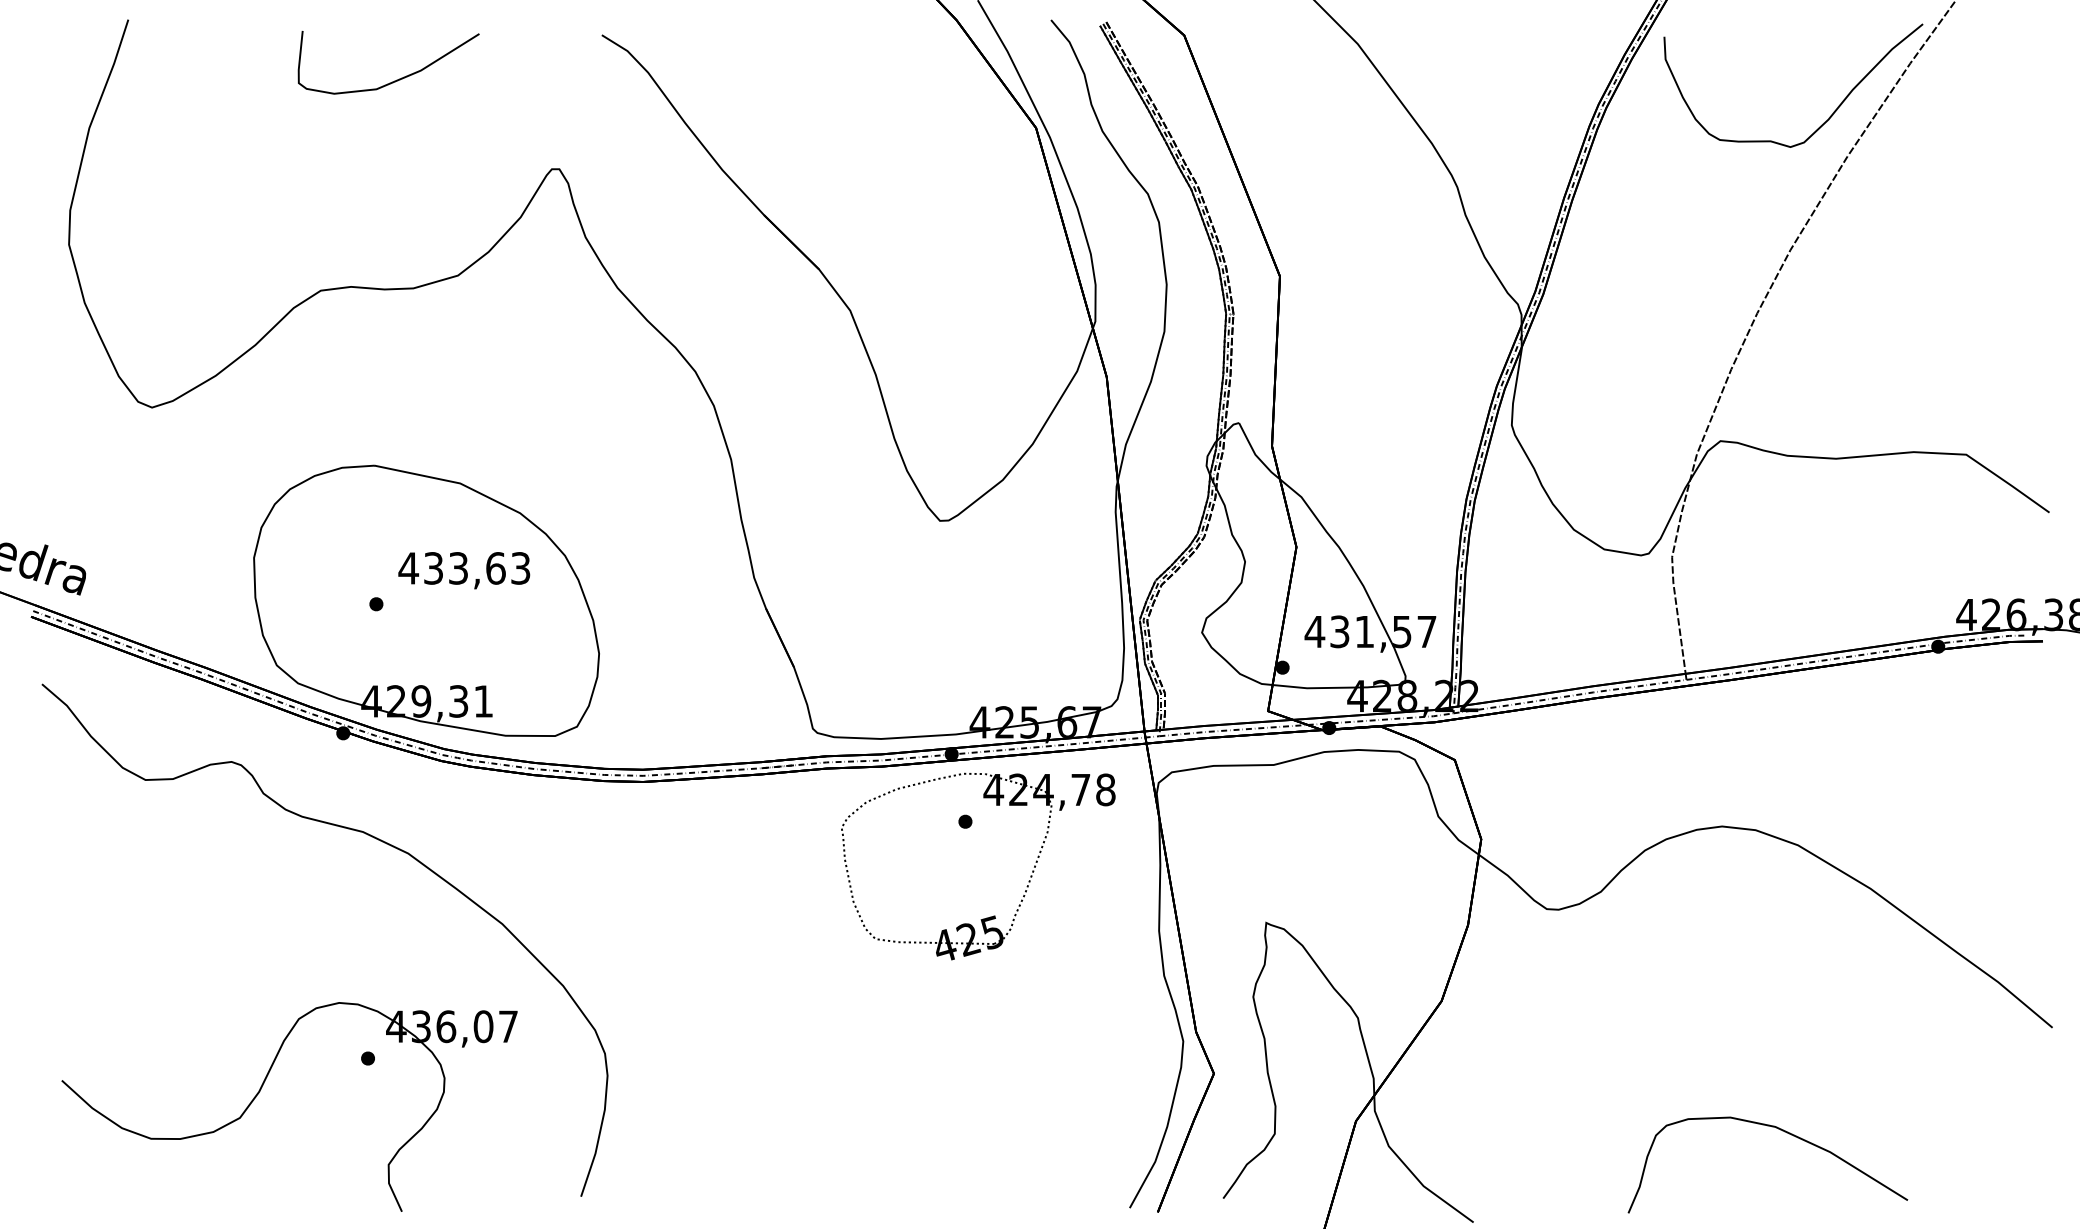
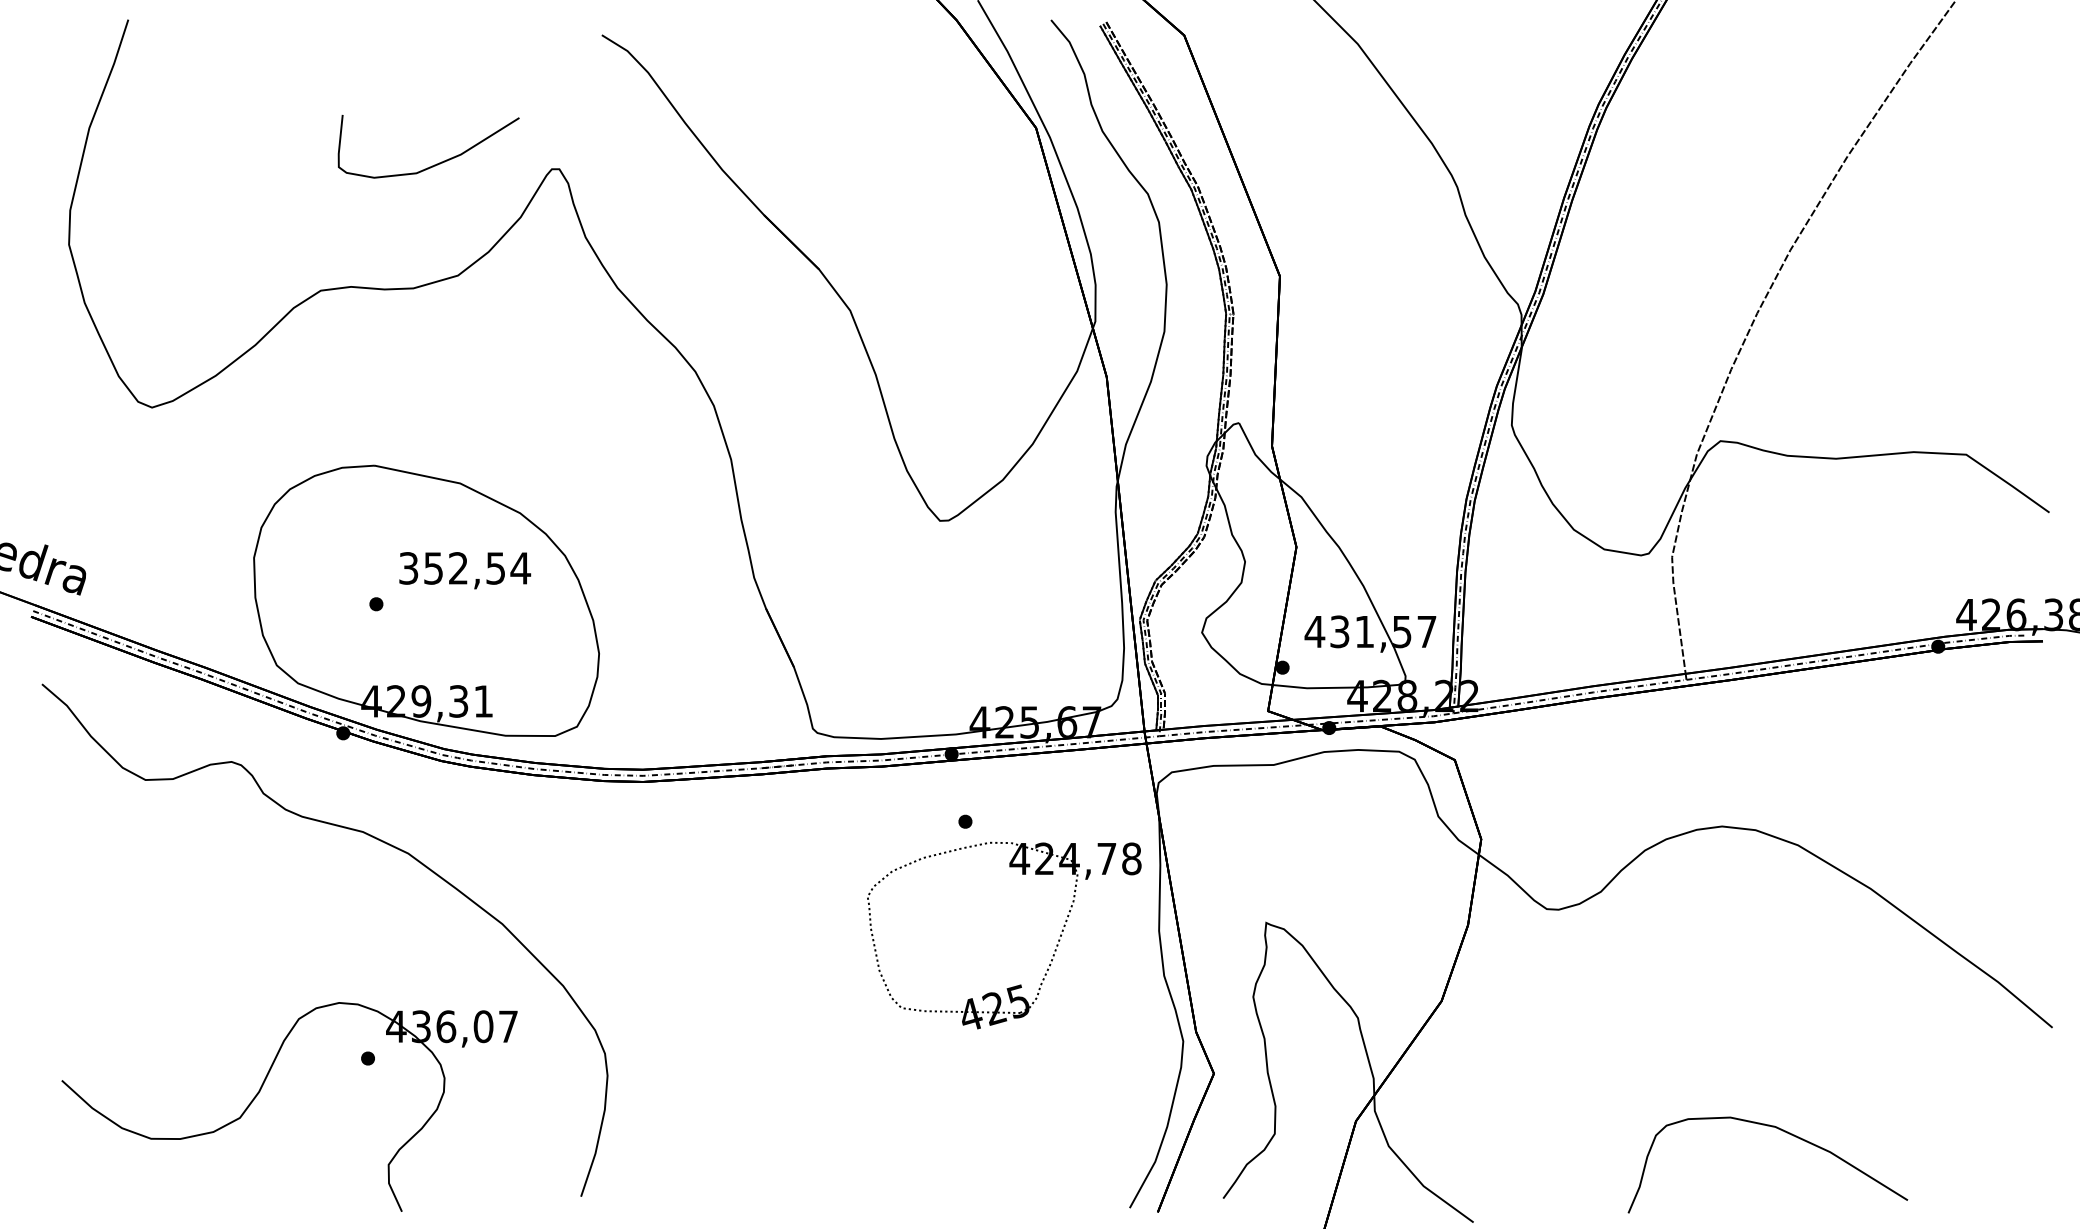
curve at (396, 79) position: (396, 79) -> (436, 163)
curve at (1829, 116): present -> none
text at (464, 568): 433,63 -> 352,54
part at (993, 915) position: (993, 915) -> (1019, 984)
